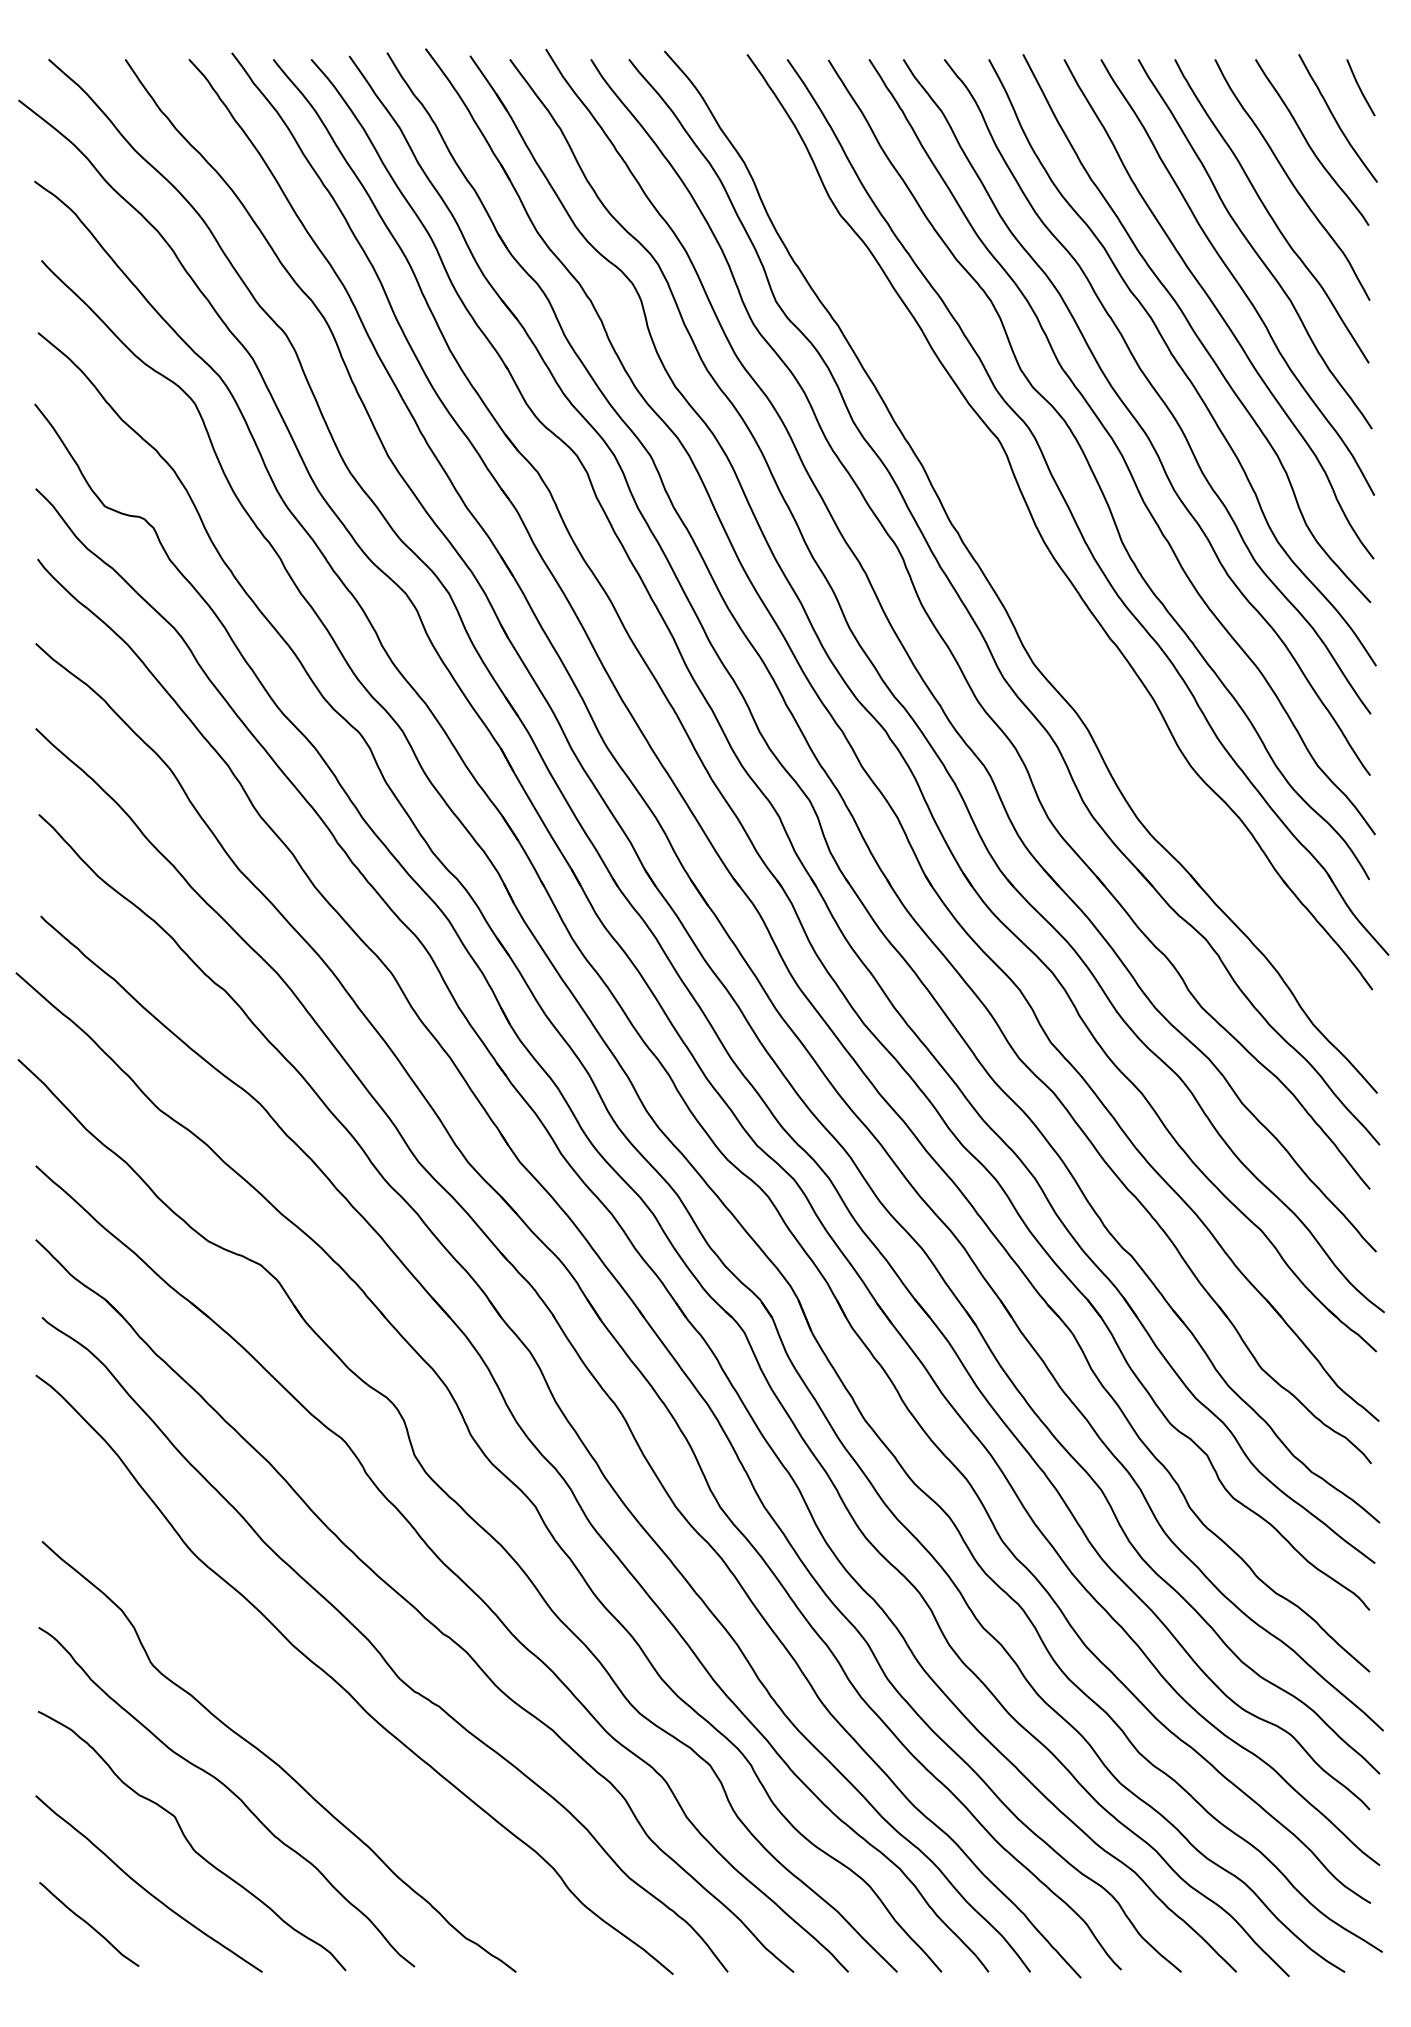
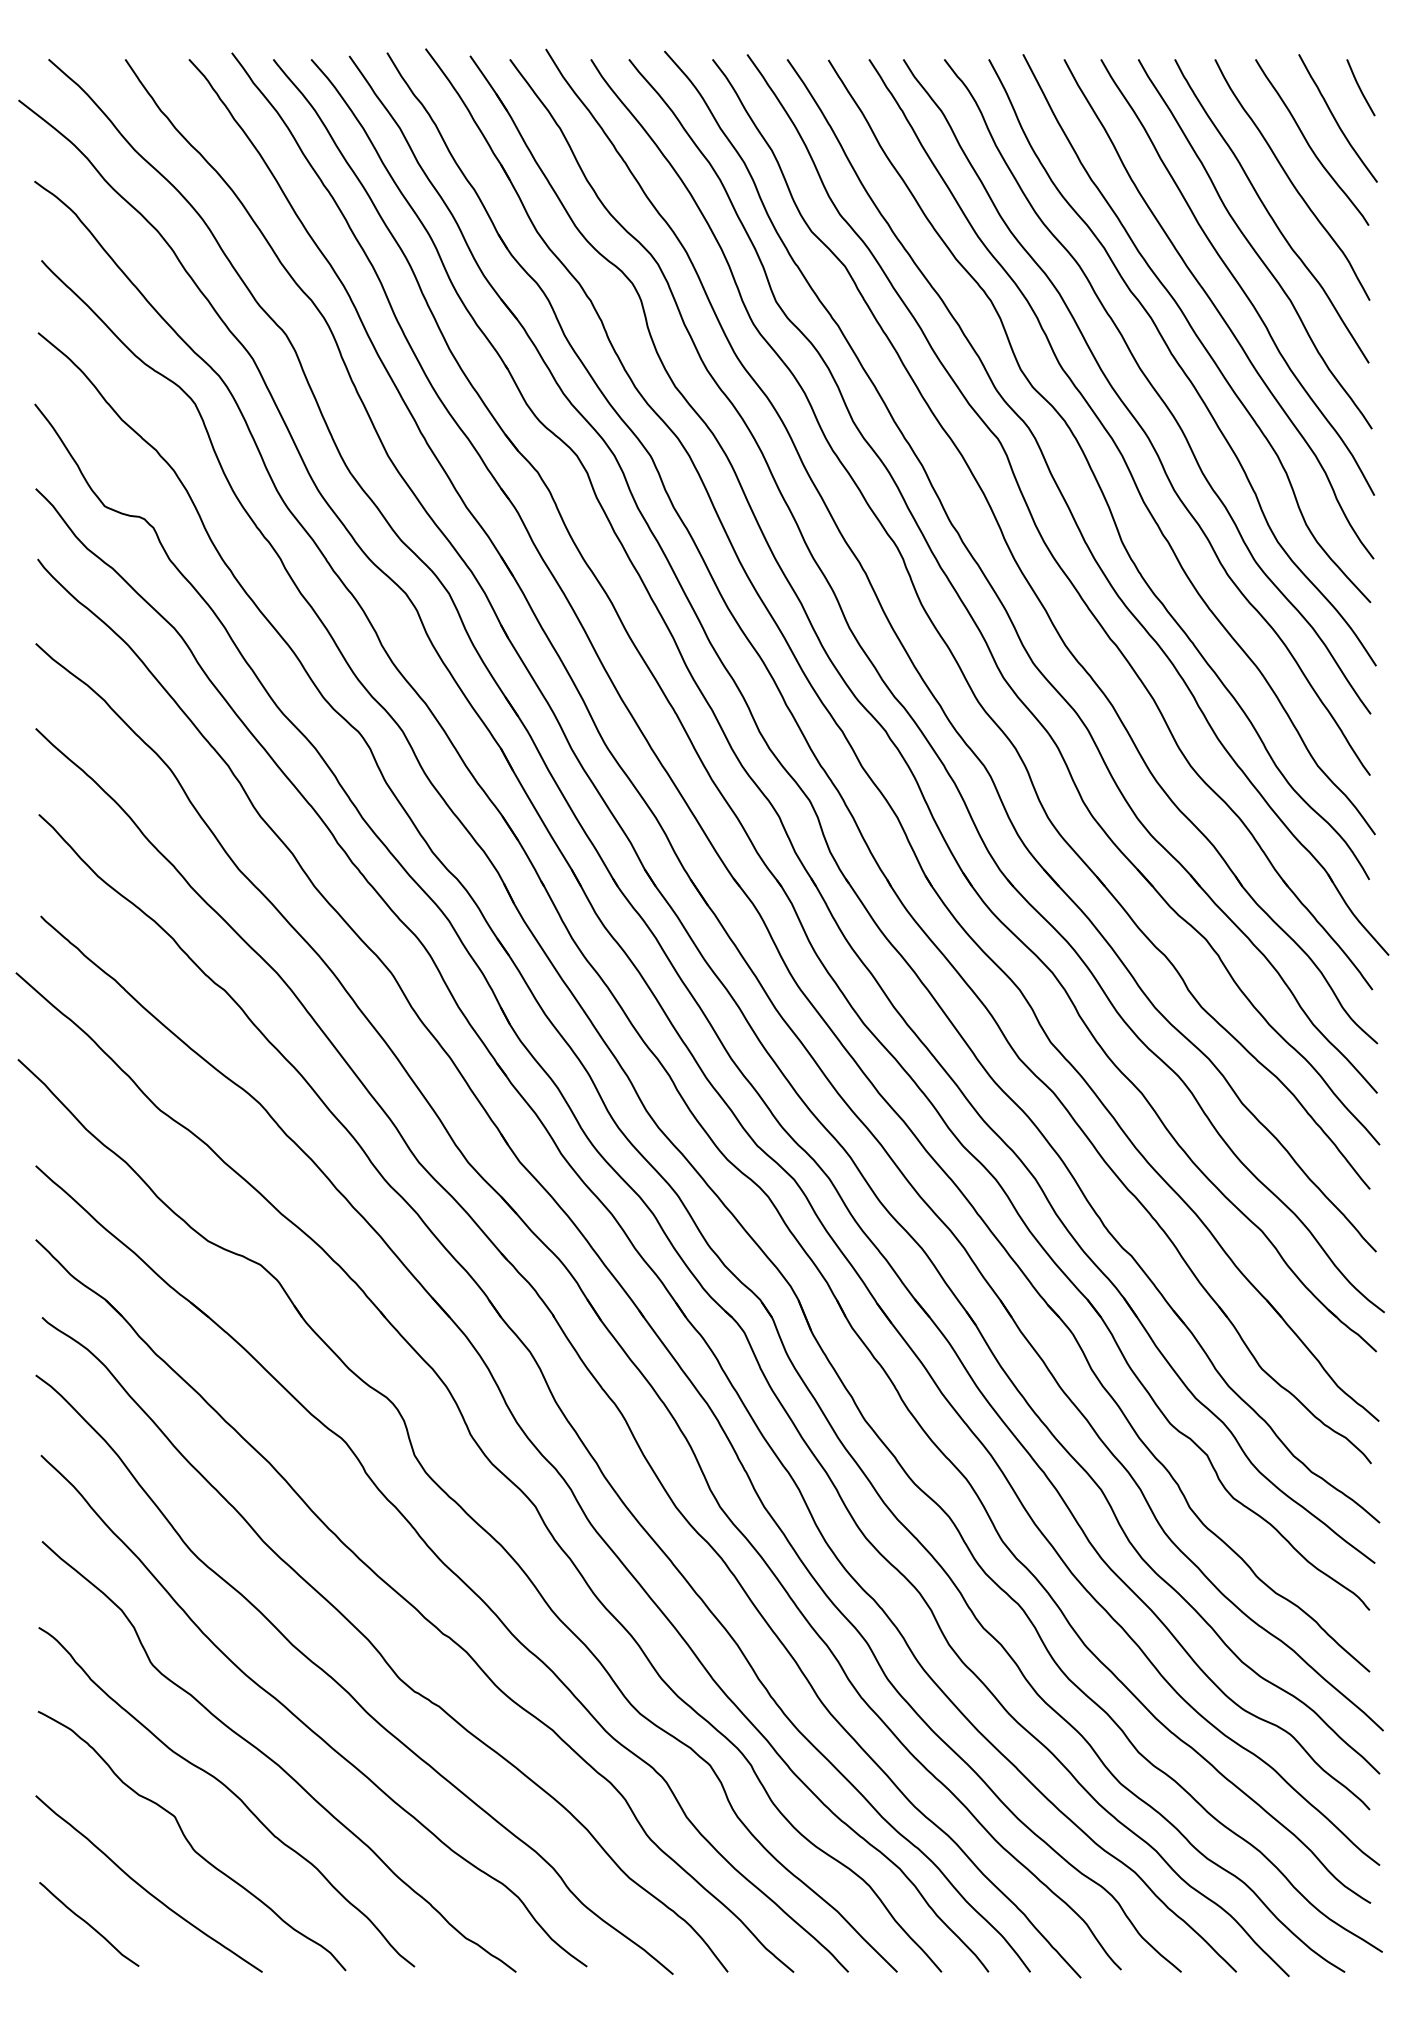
part at (1020, 567): none -> present
curve at (304, 1722): none -> present
